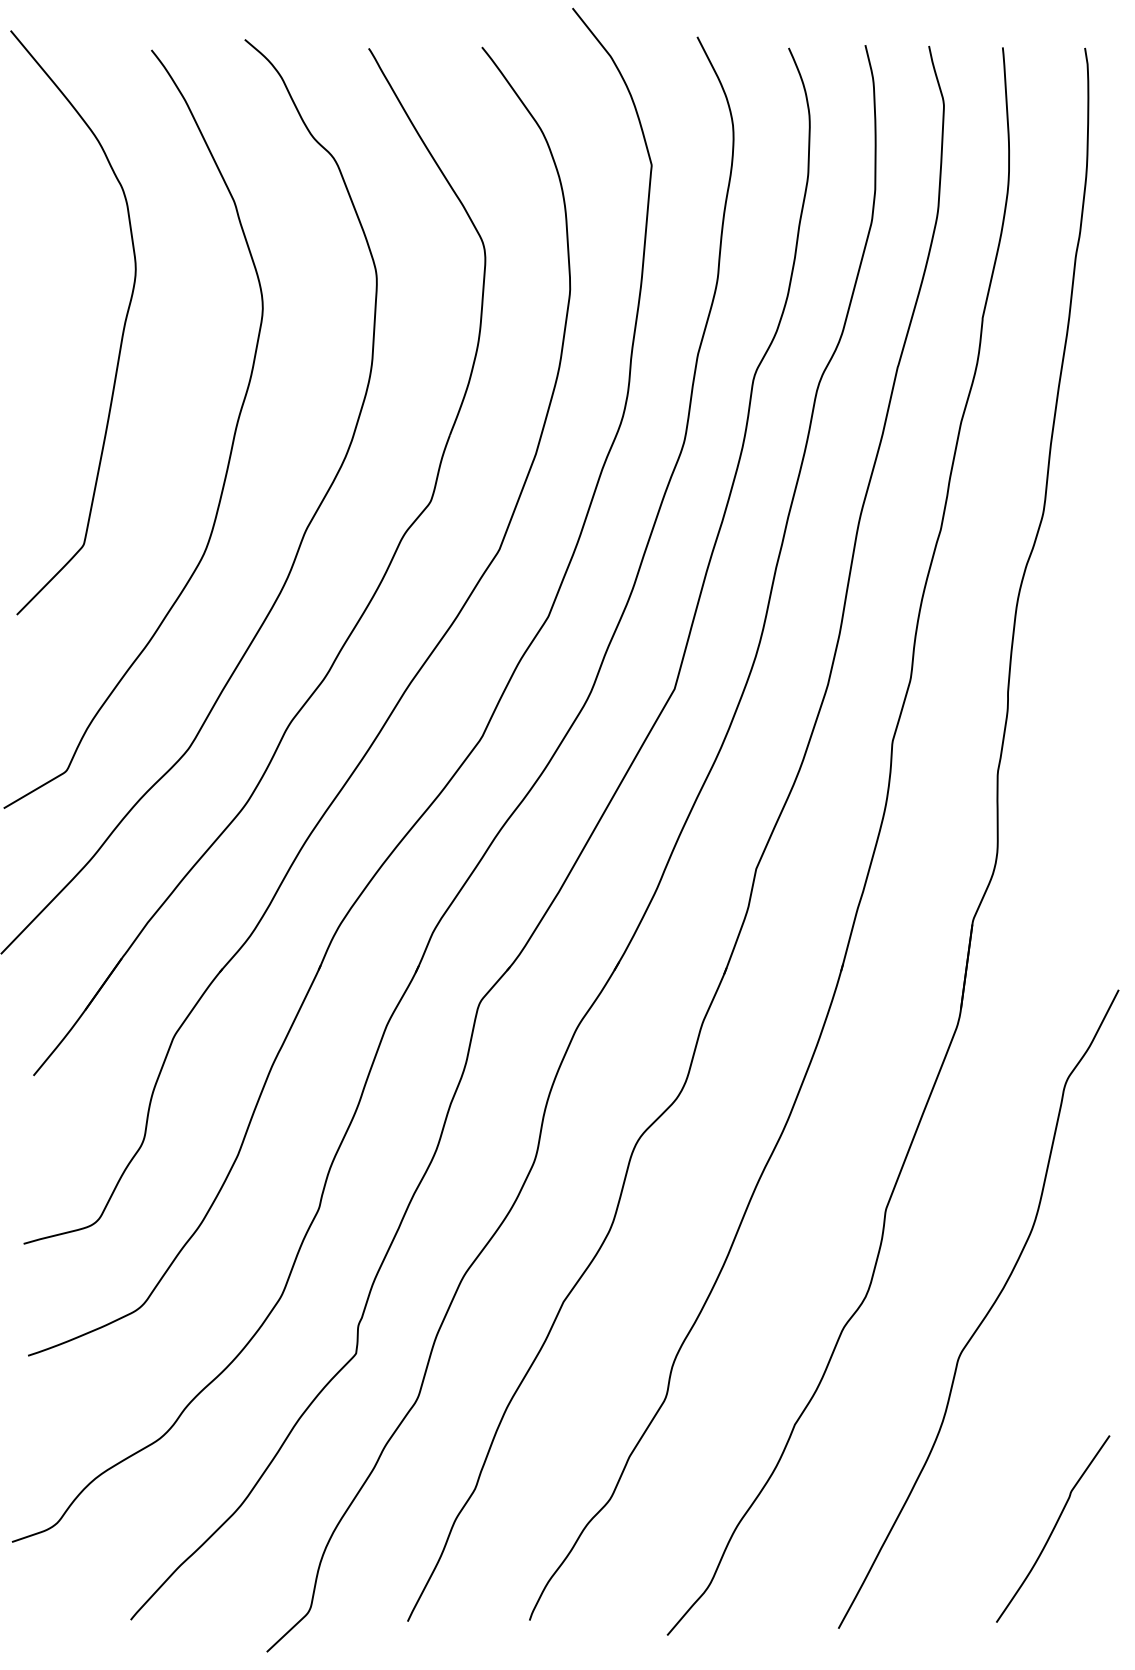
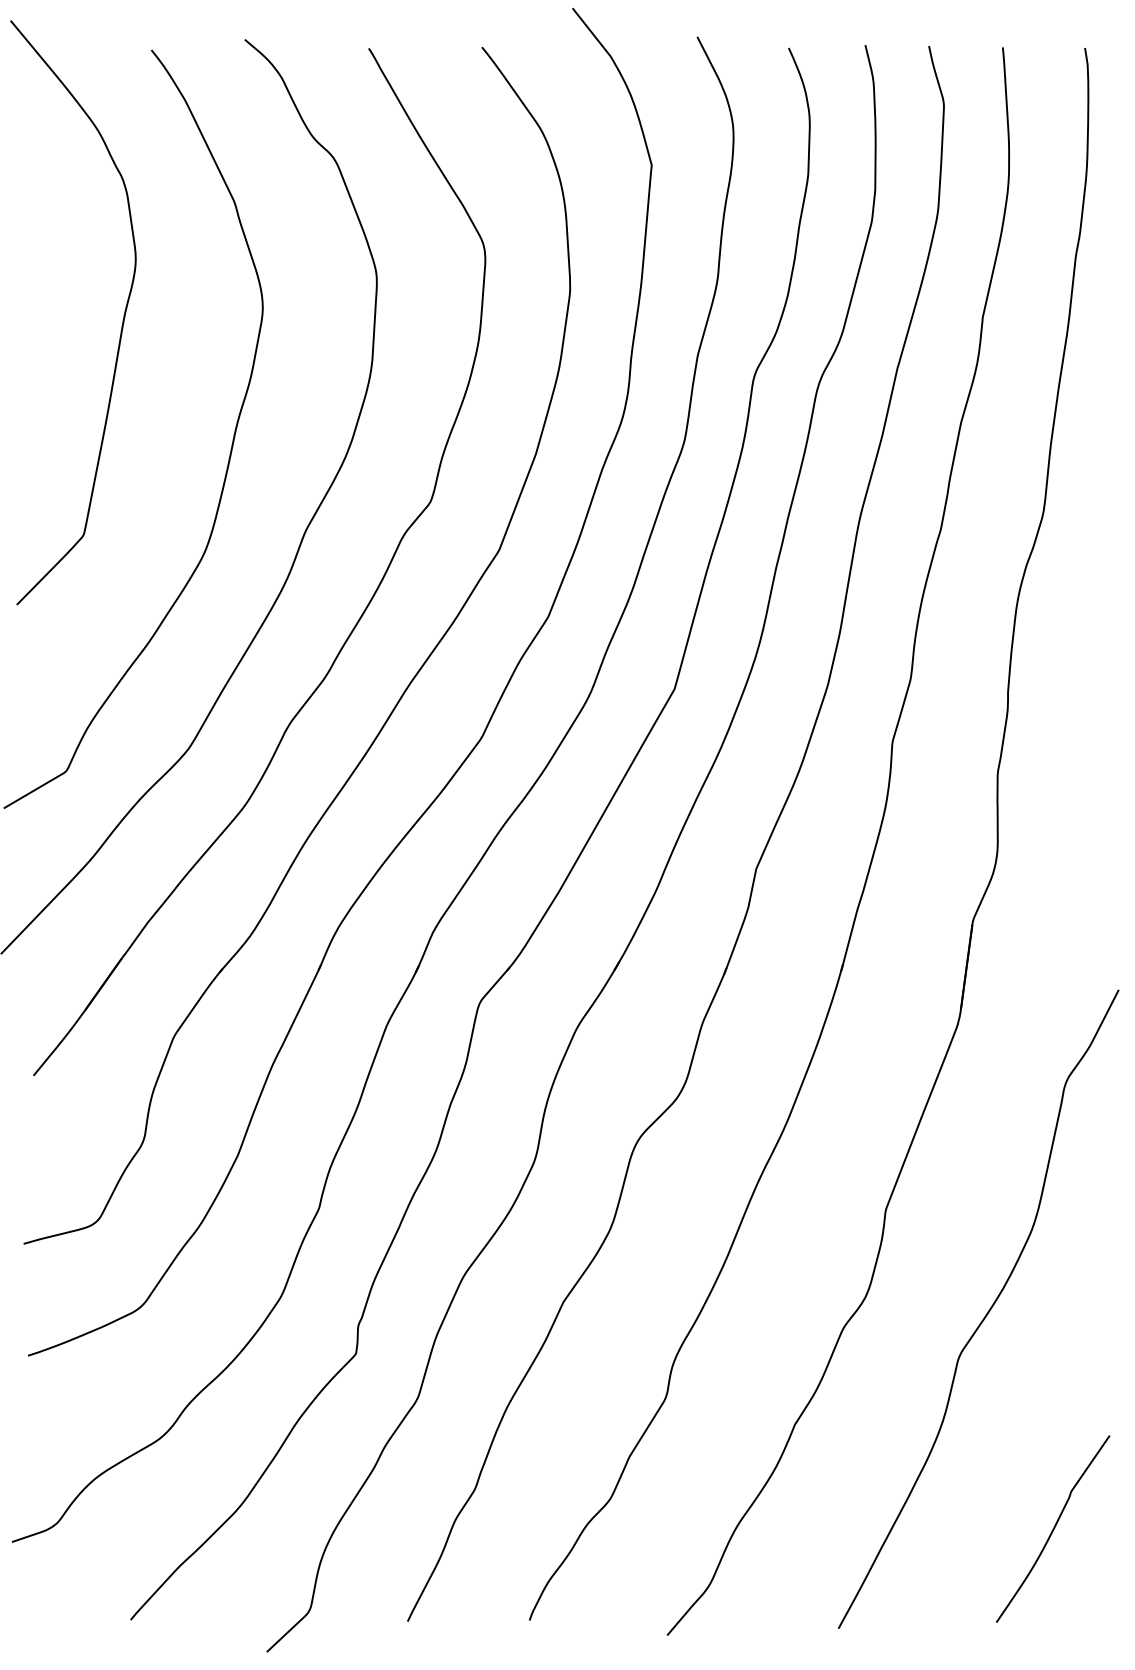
curve at (122, 330) position: (122, 330) -> (122, 320)
